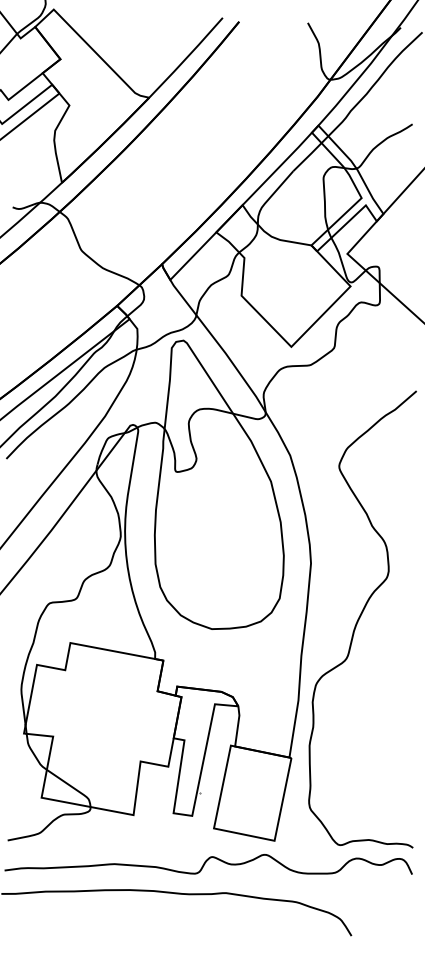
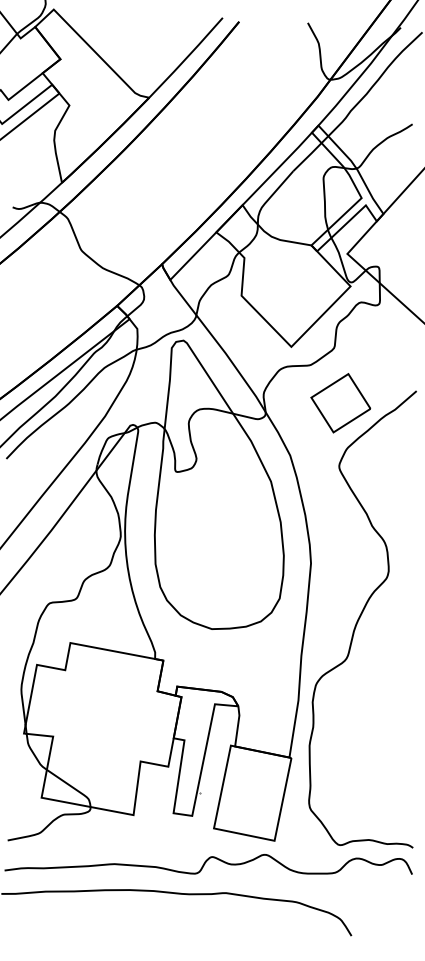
part at (340, 403): none -> present
